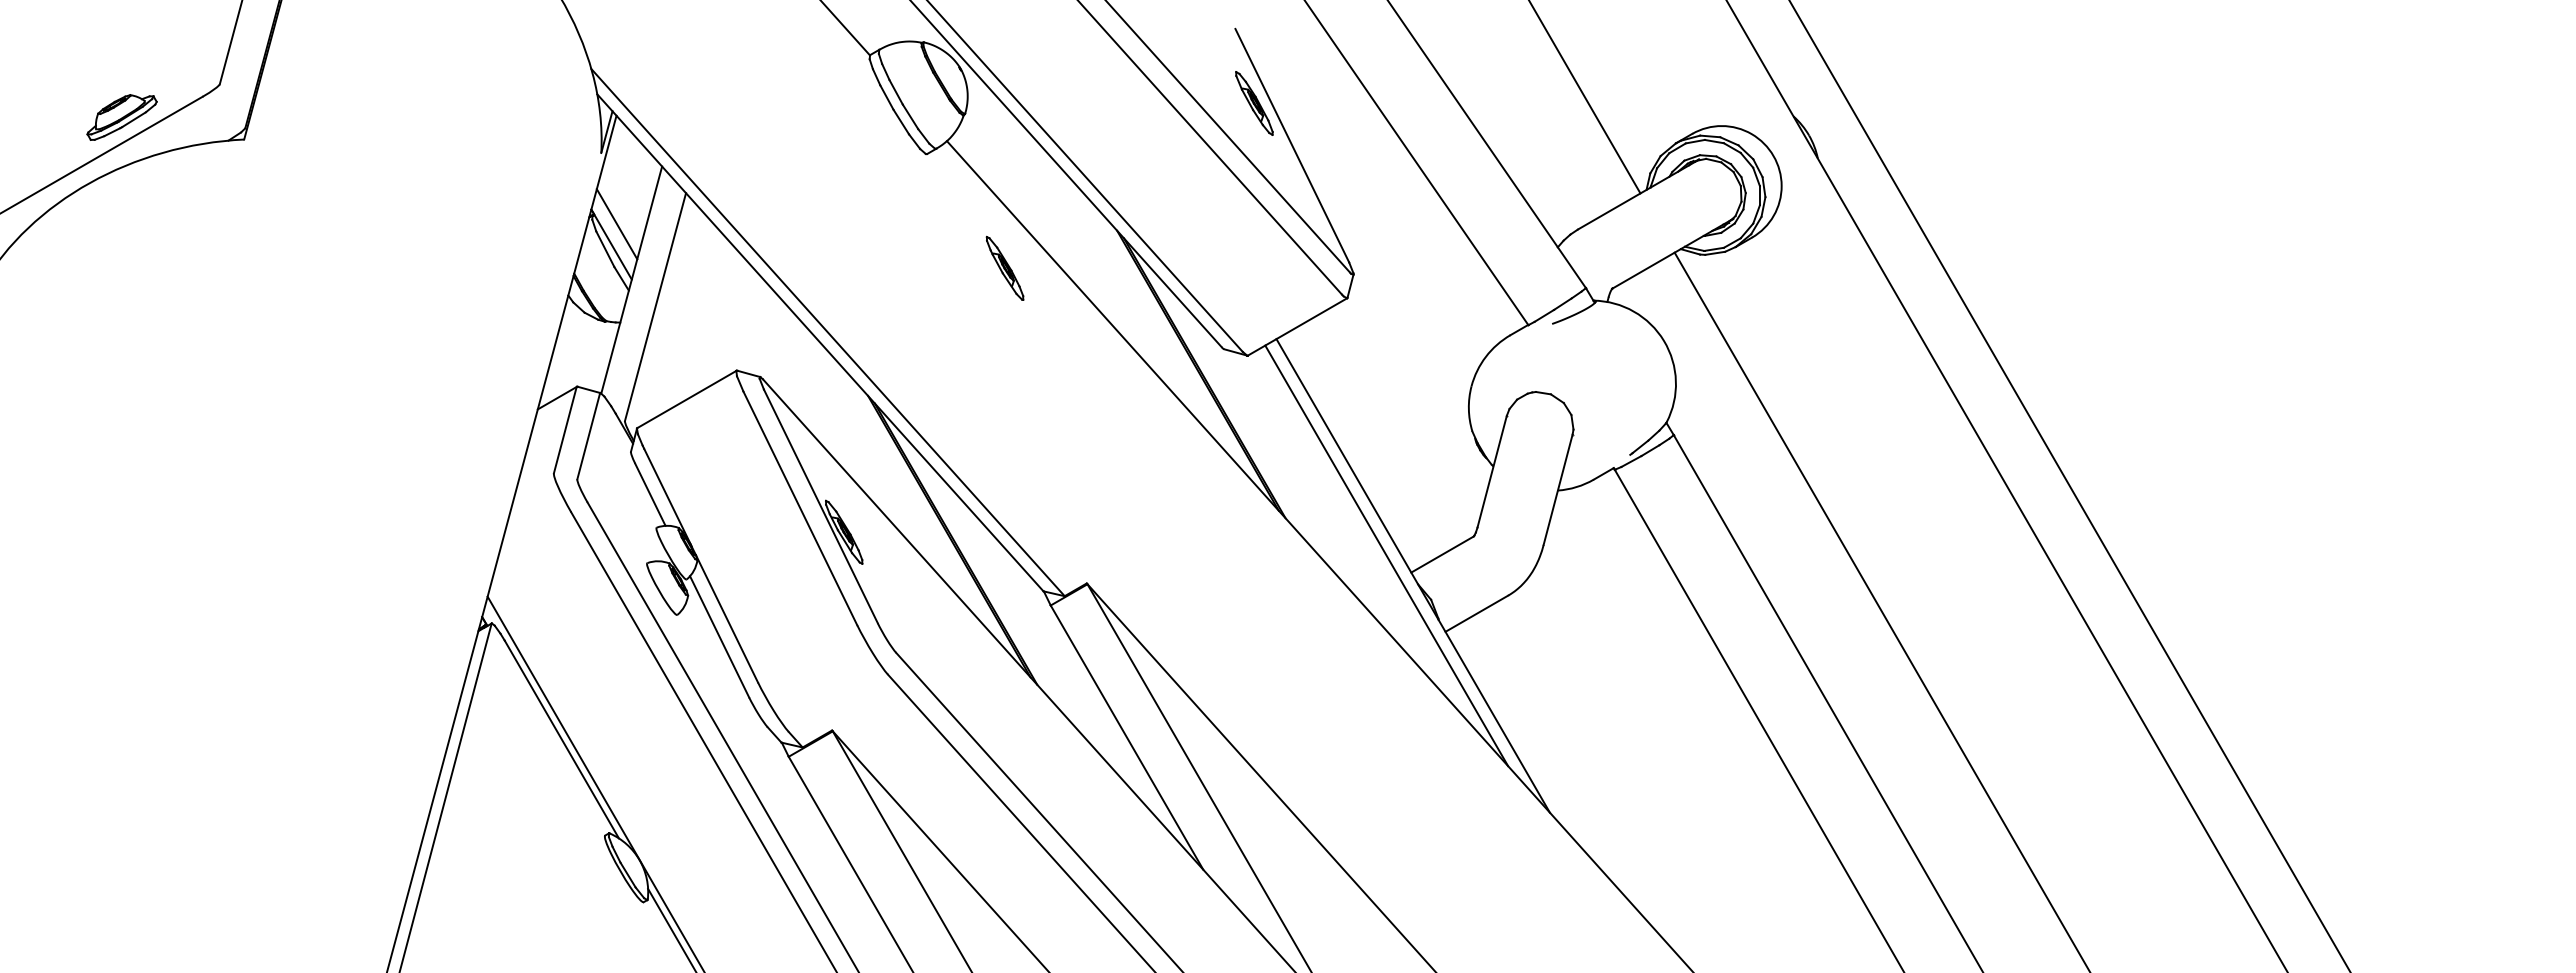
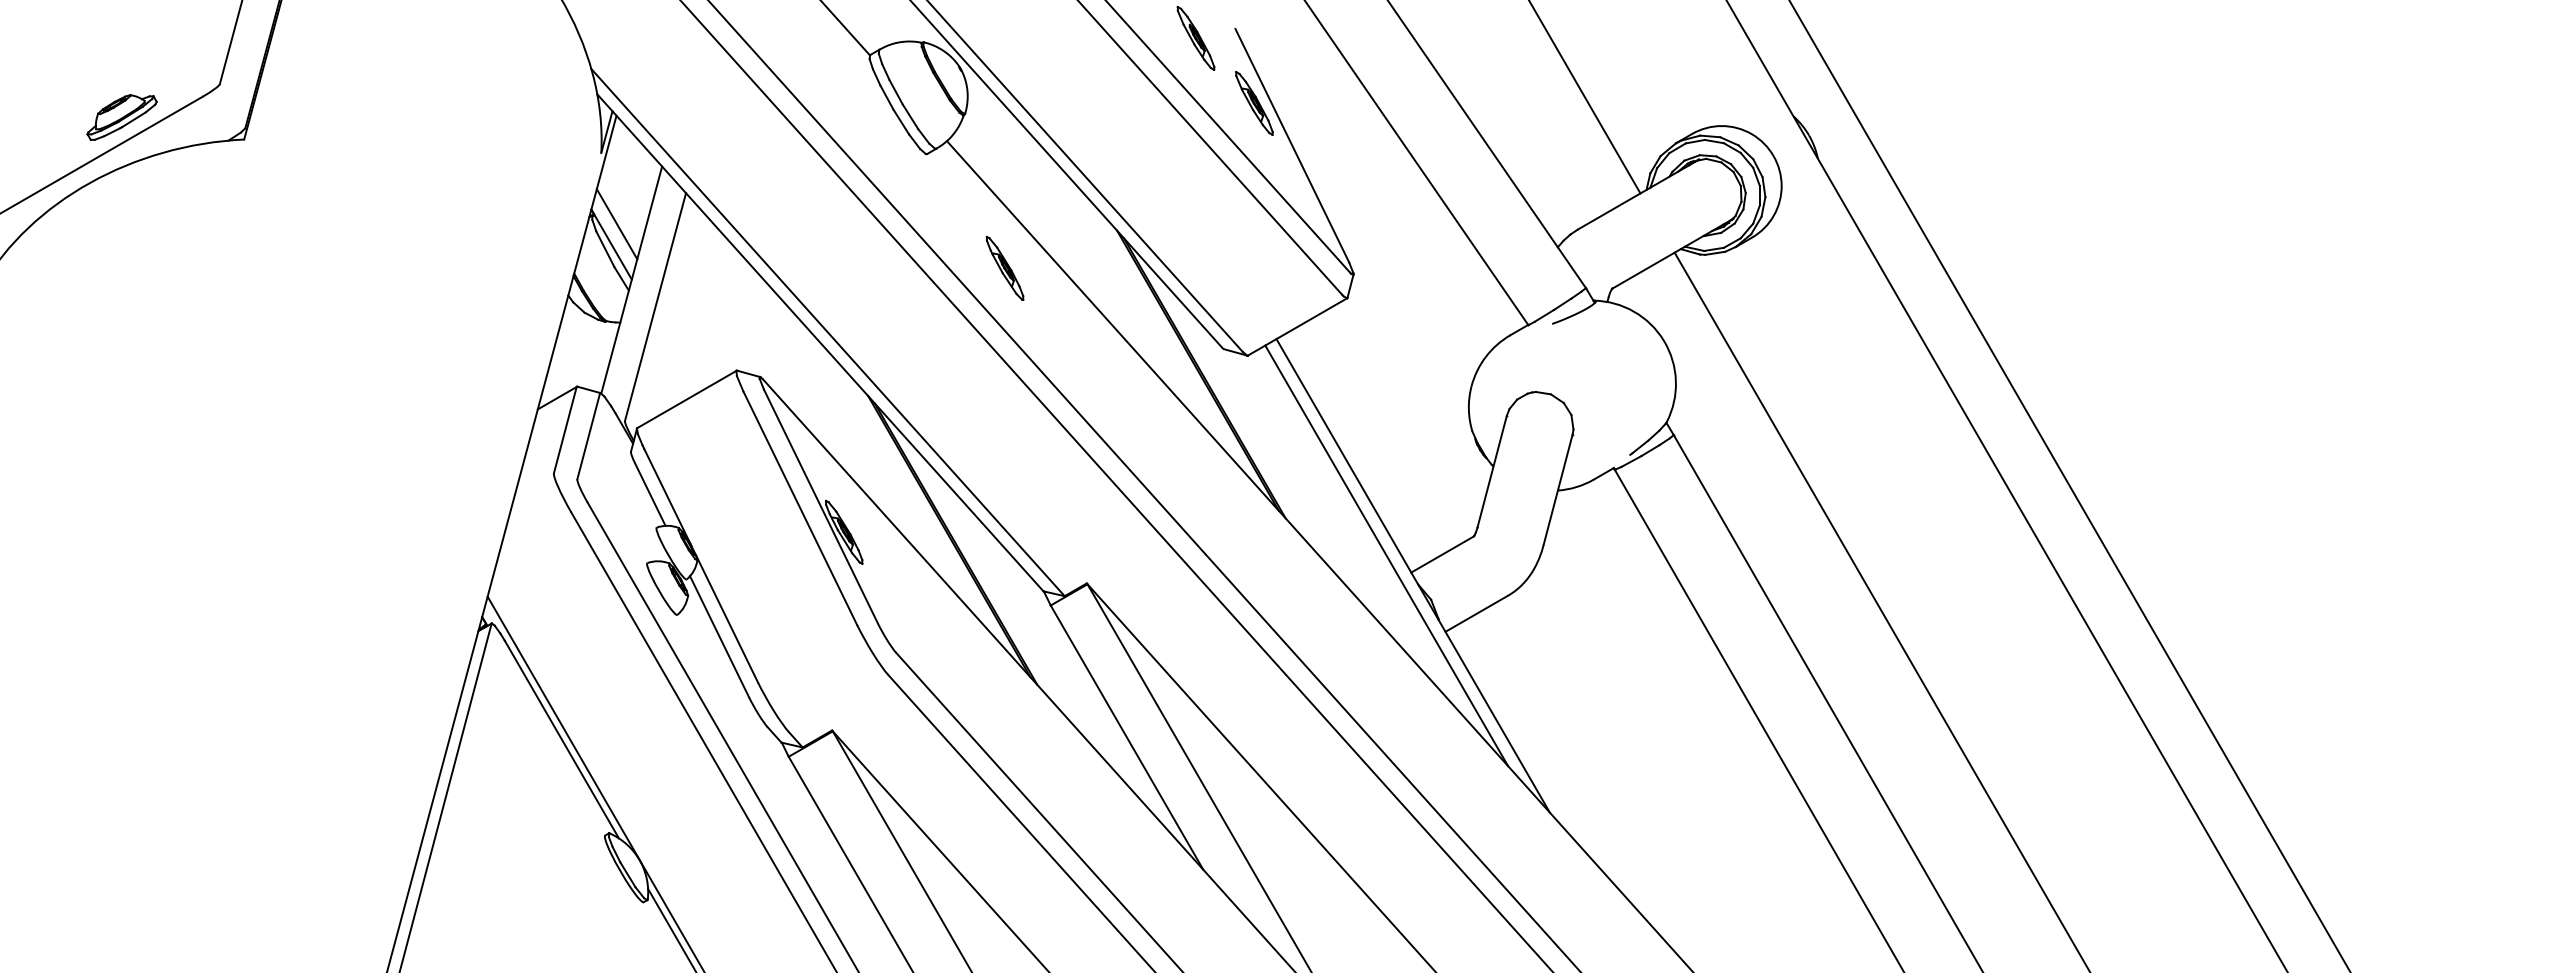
part at (1195, 37): none -> present
line at (1115, 485): none -> present
line at (1144, 485): none -> present
